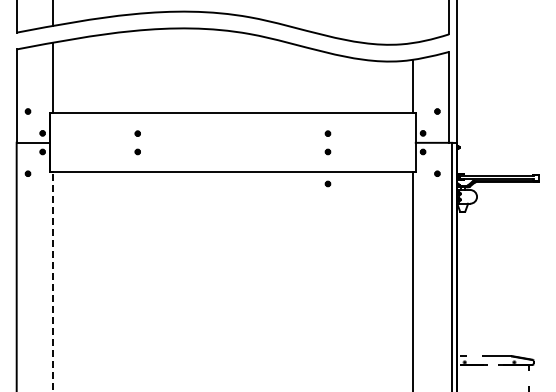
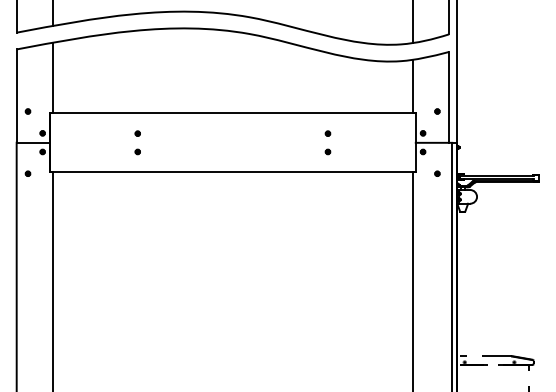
line at (413, 22): none -> present
part at (327, 183): present -> none
line at (52, 281): dashed -> solid
